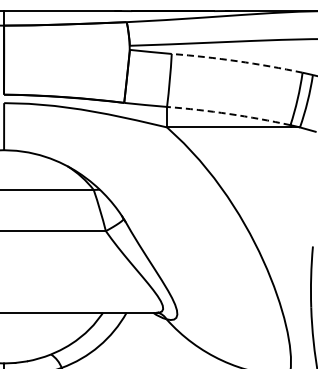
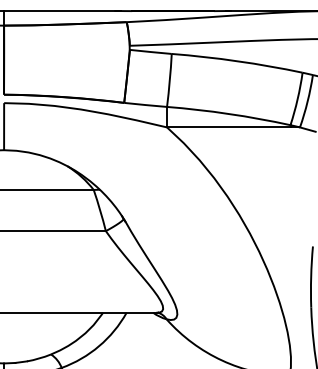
arc at (237, 61): dashed -> solid
arc at (229, 113): dashed -> solid
